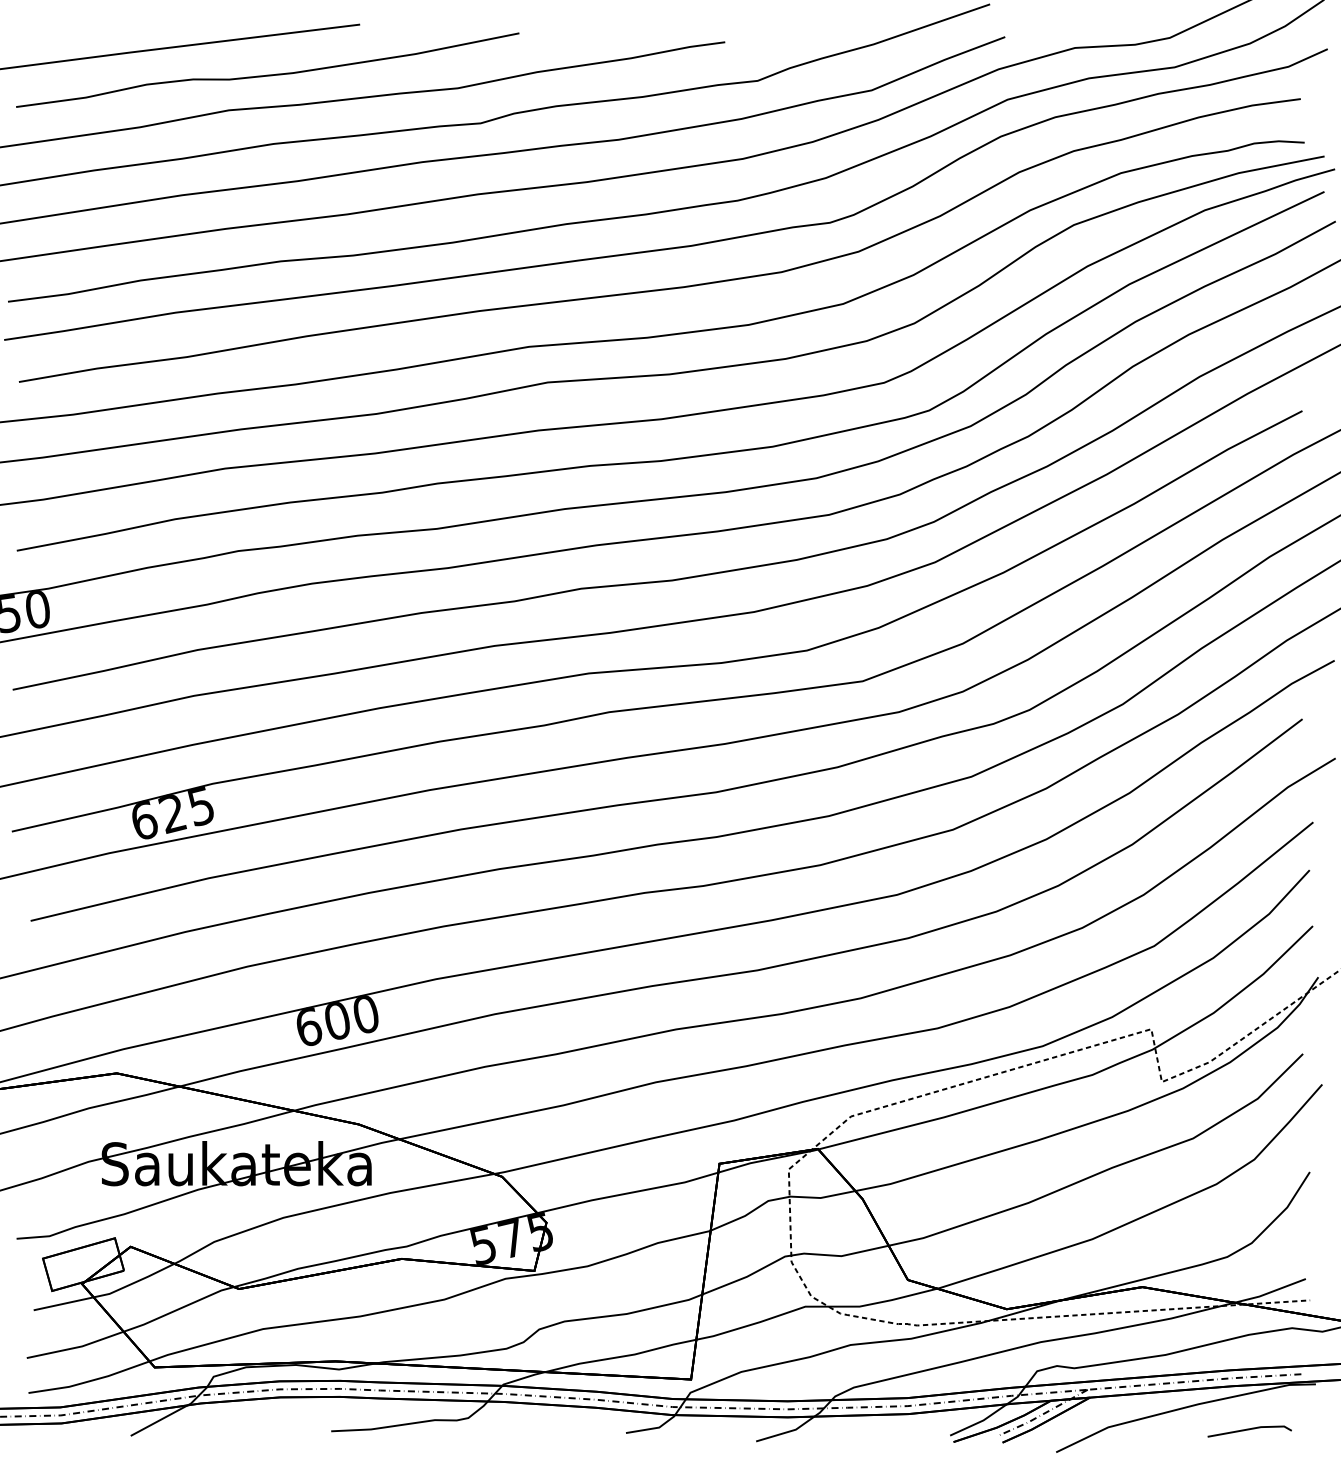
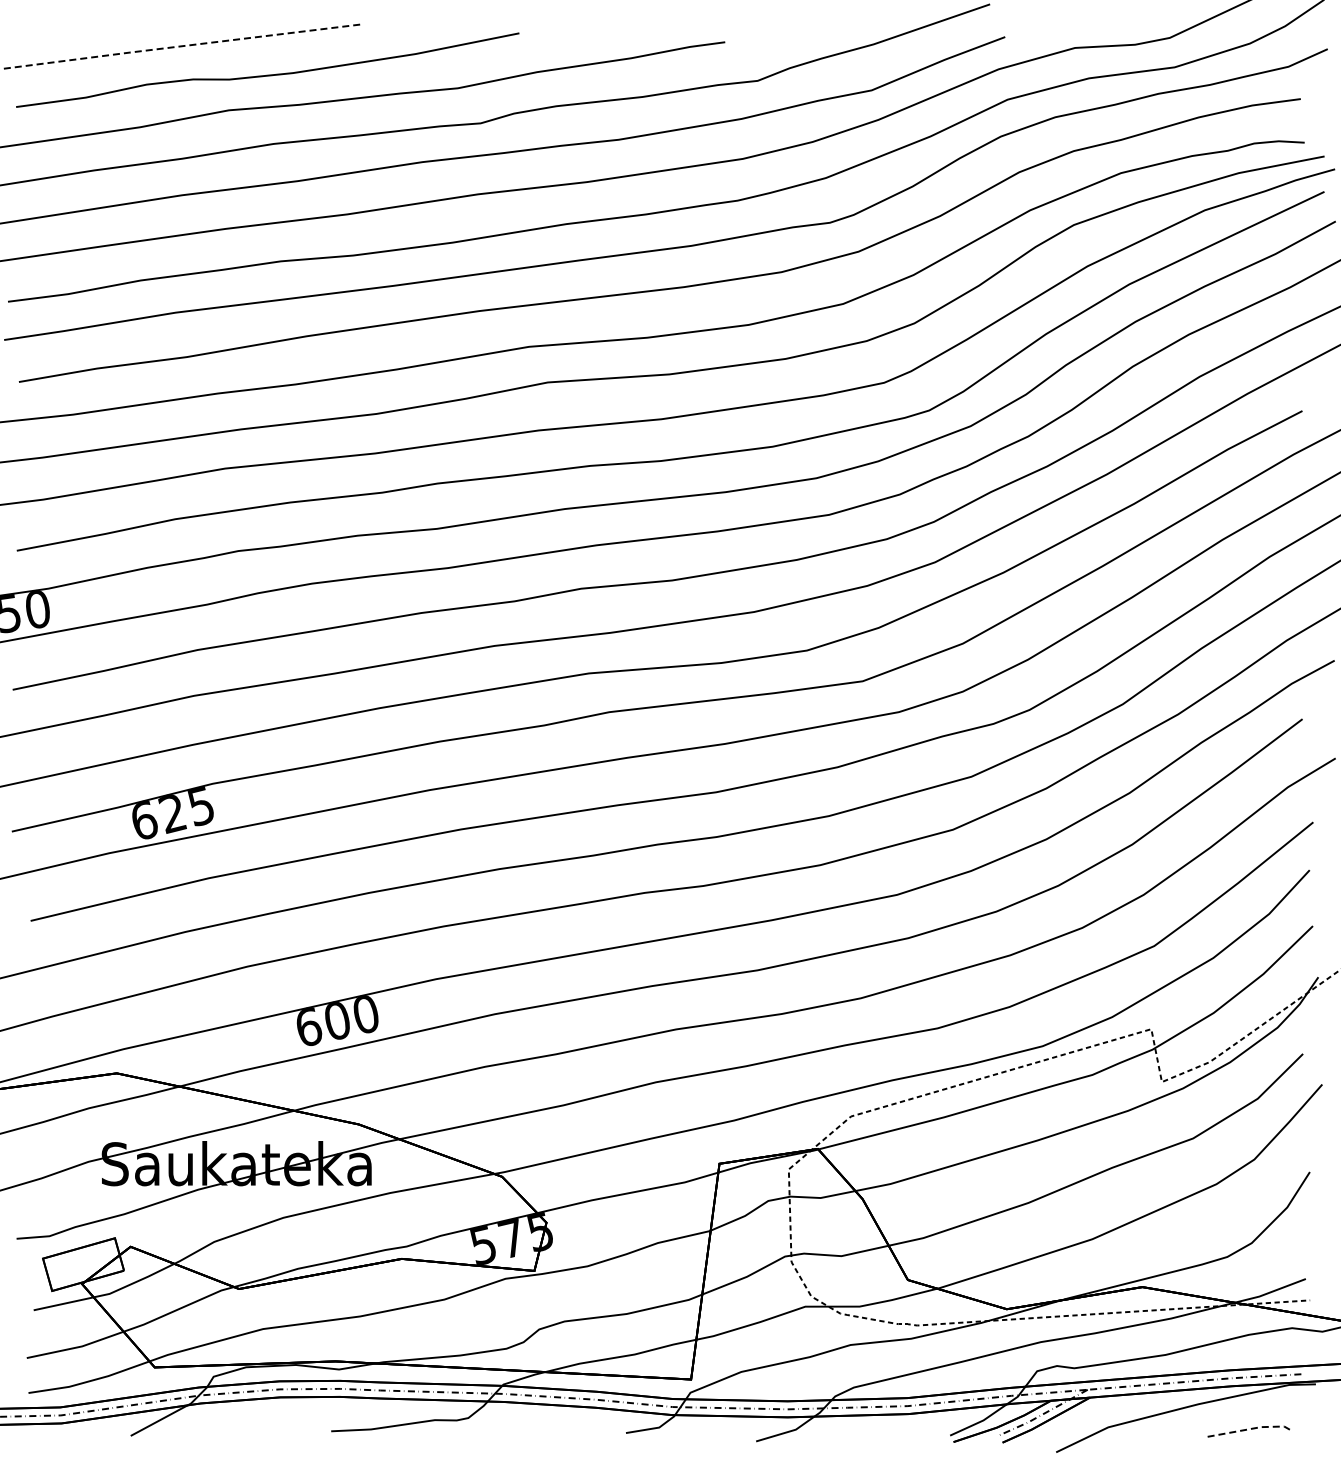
line at (180, 46): solid -> dashed
line at (1251, 1428): solid -> dashed
